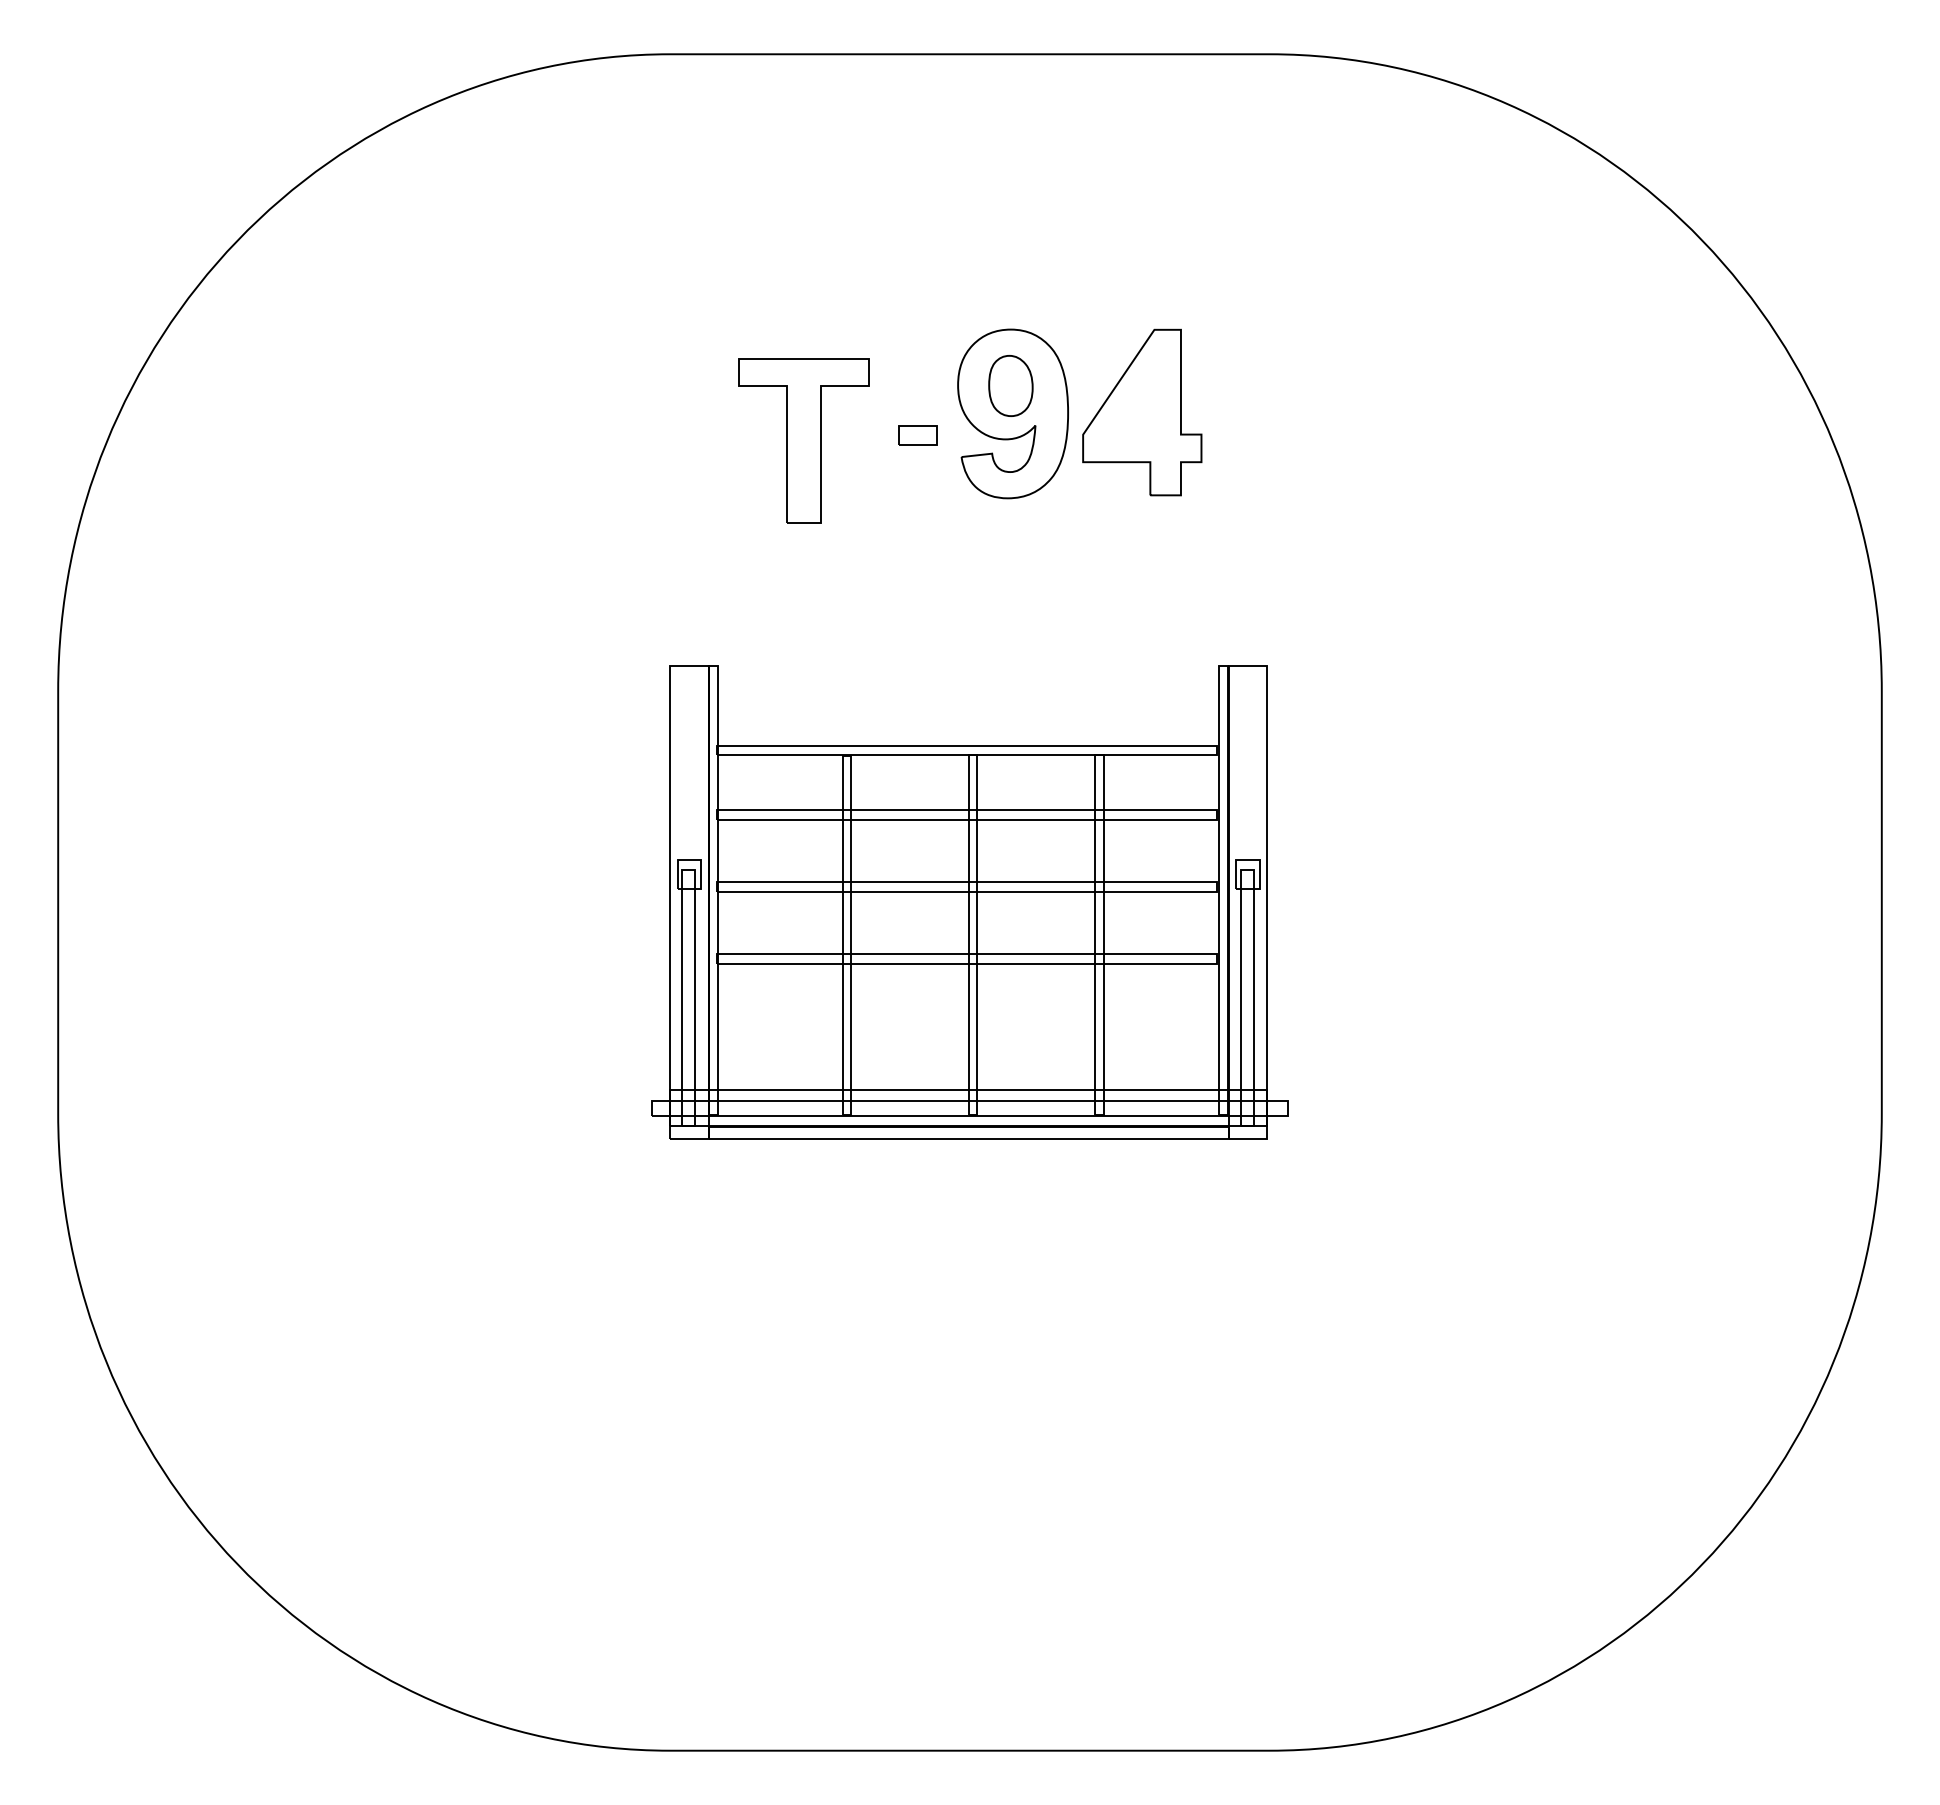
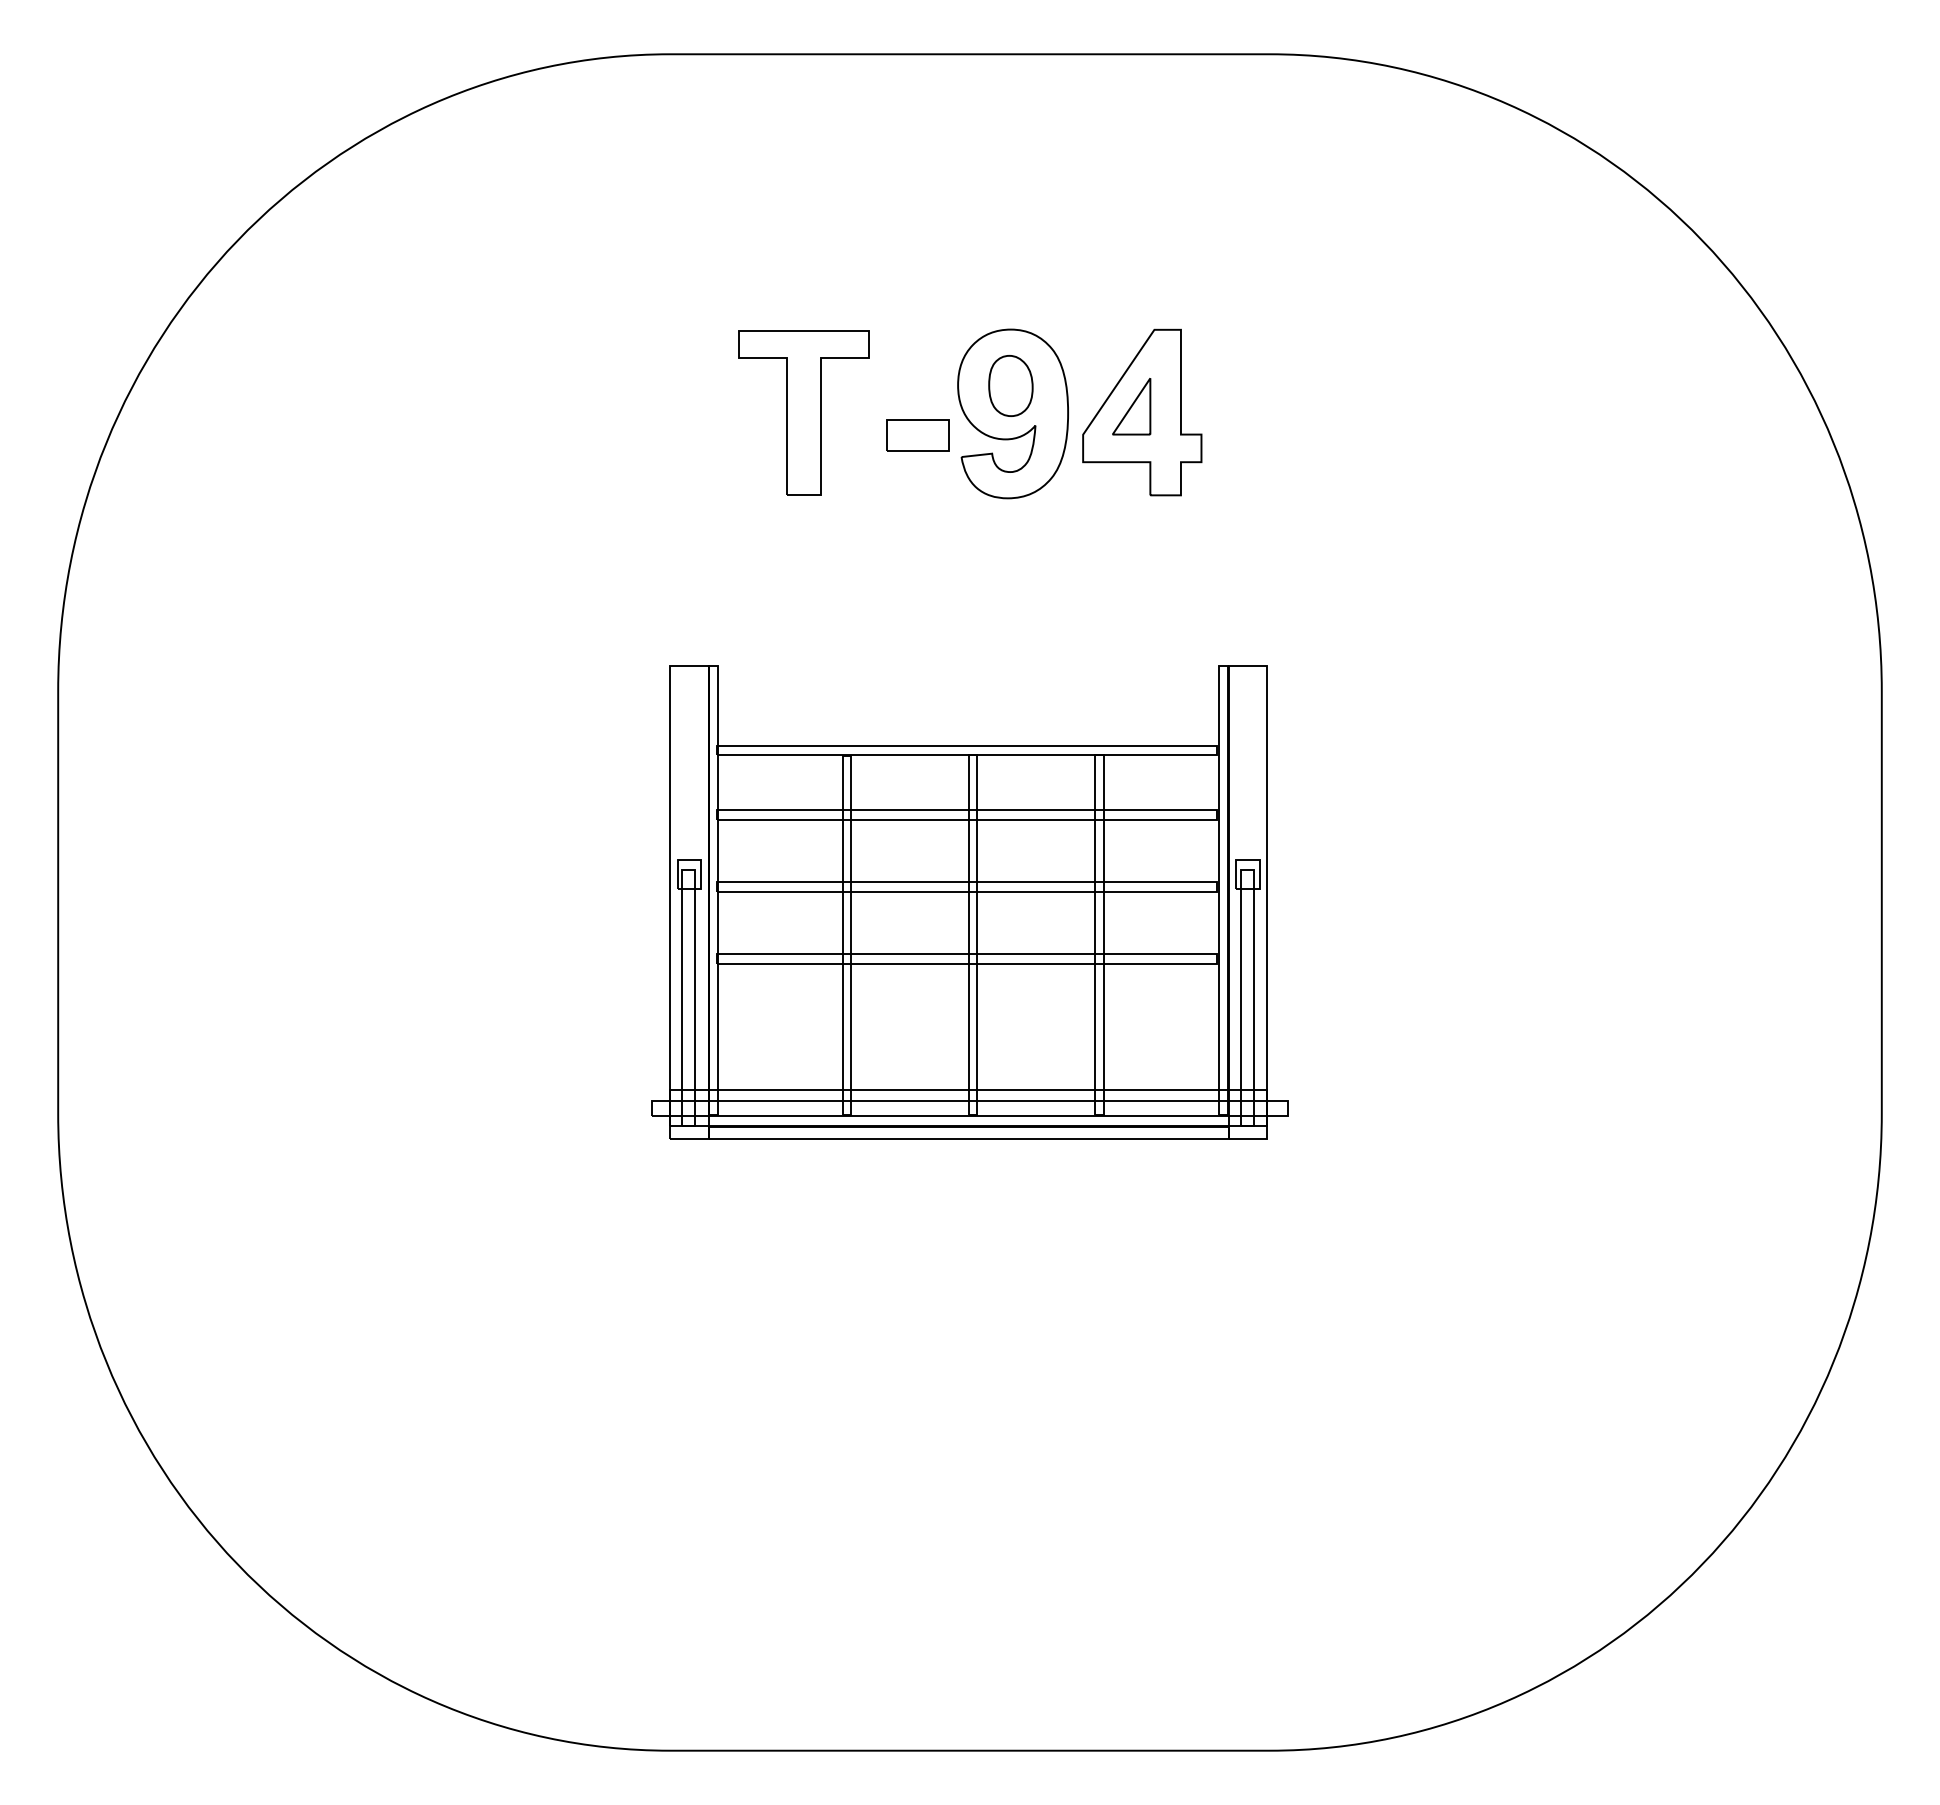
part at (1131, 406): none -> present
part at (917, 435) size: 40x21 px -> 64x33 px
part at (803, 440) position: (803, 440) -> (803, 412)
